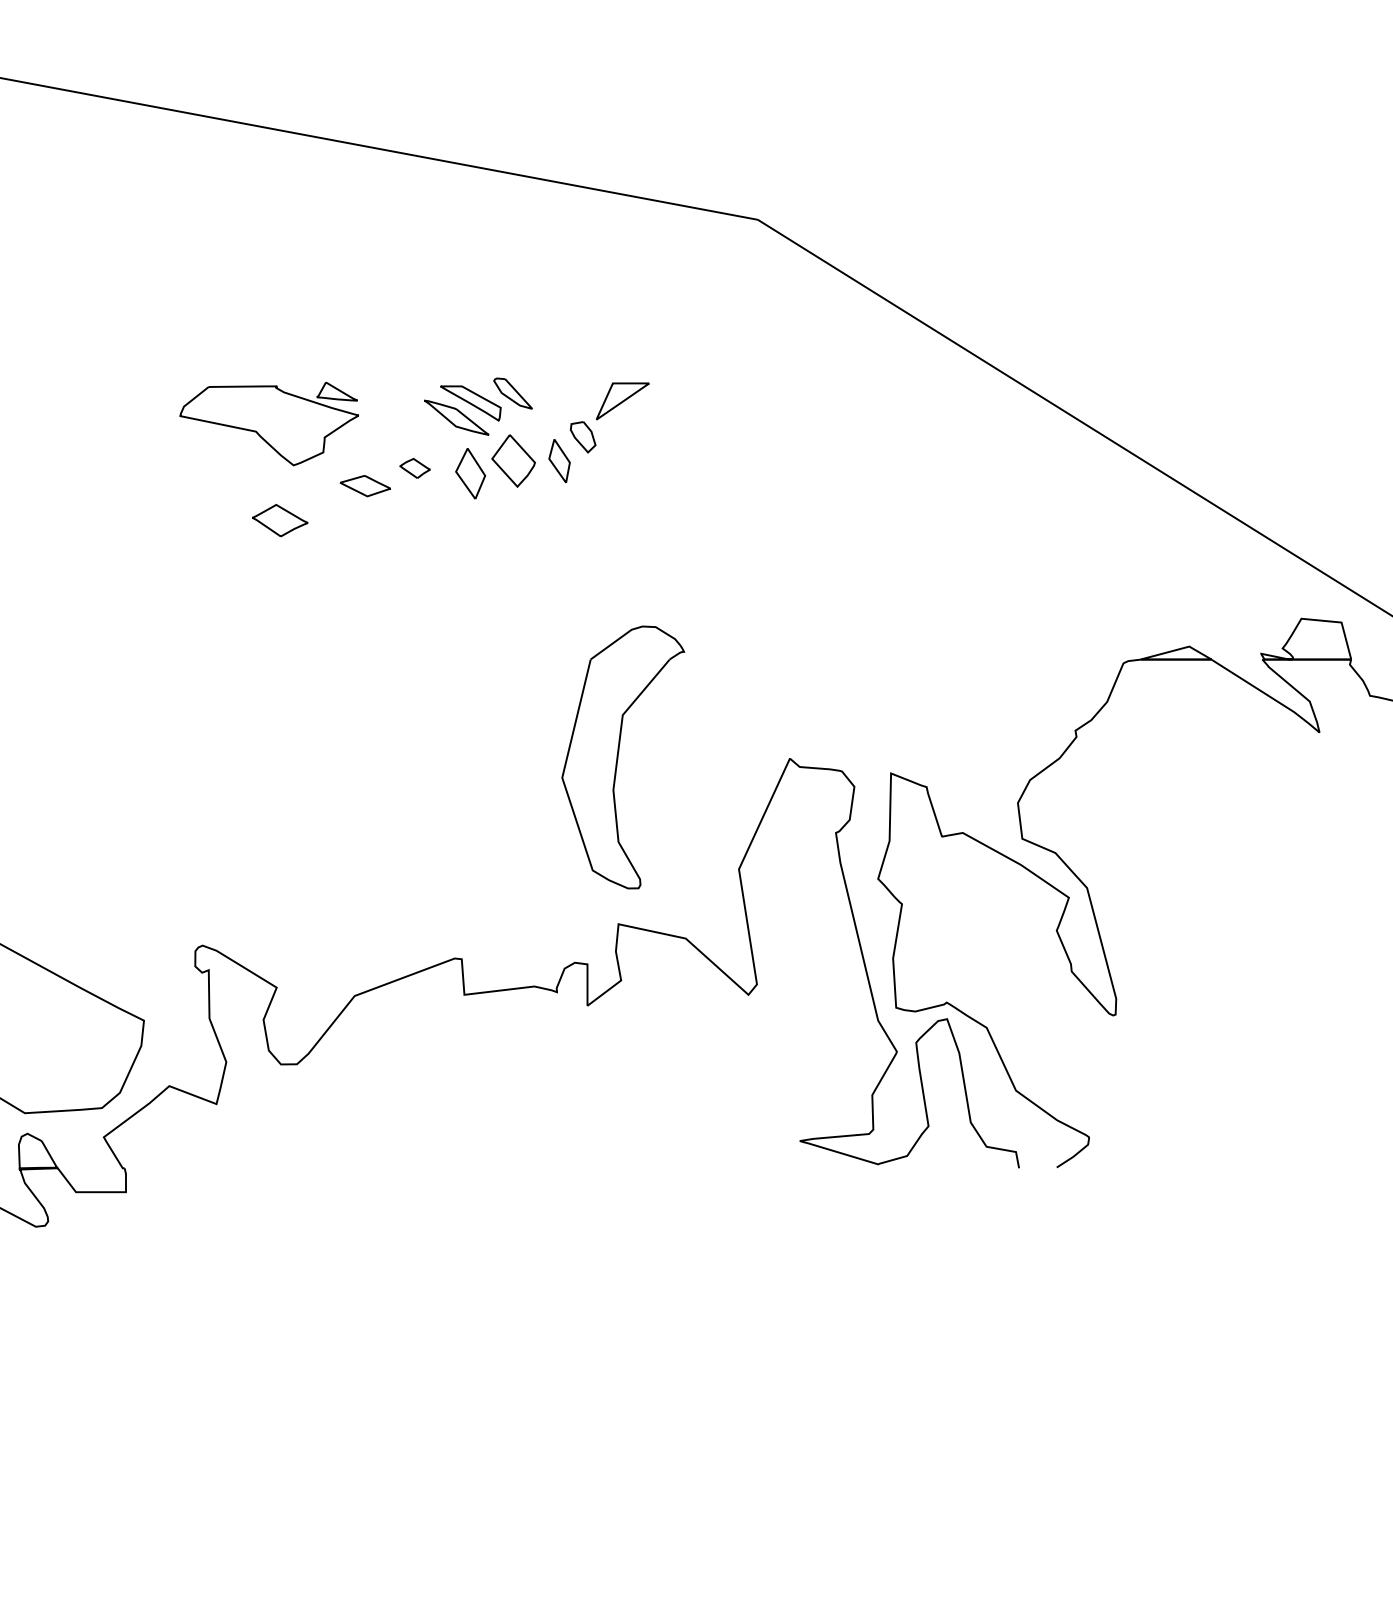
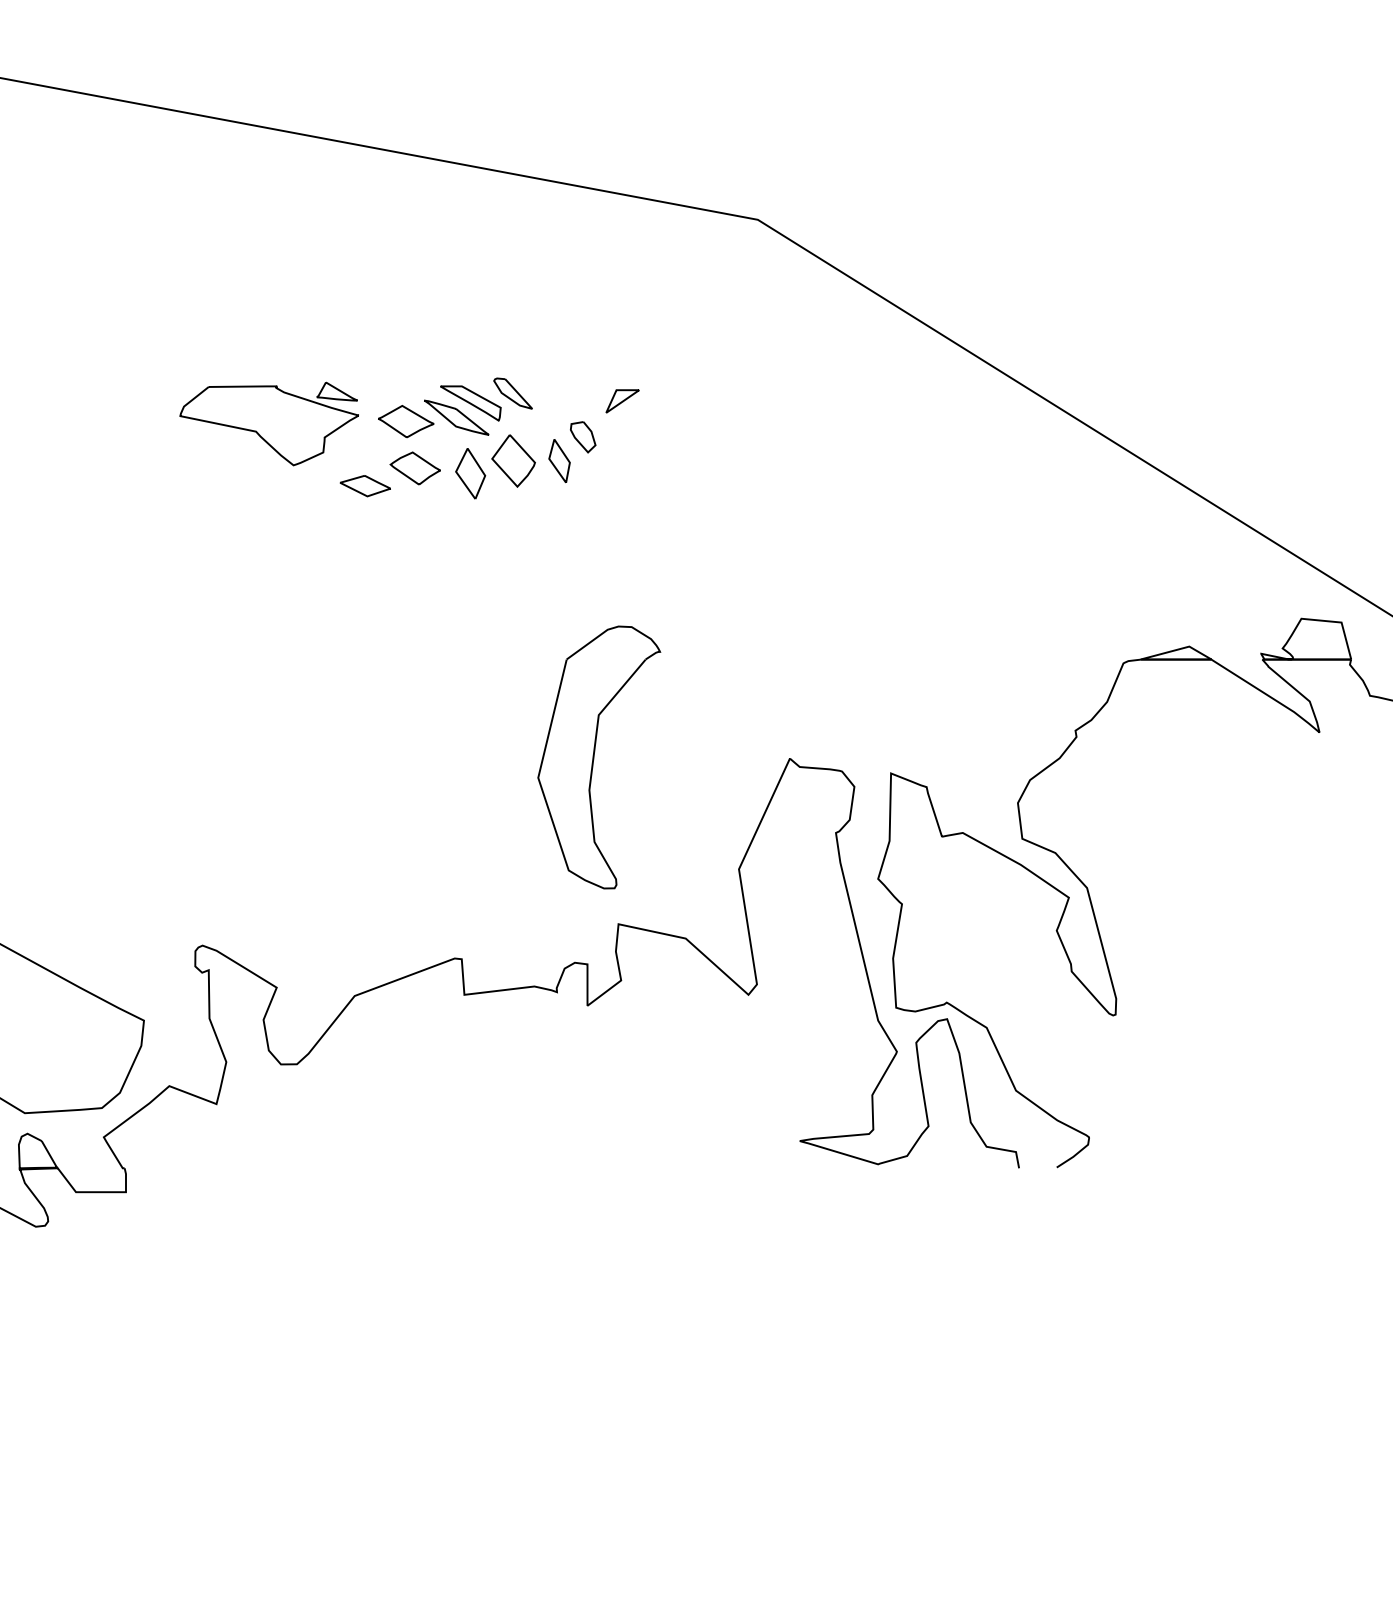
part at (622, 401) size: 55x39 px -> 35x25 px
part at (414, 468) size: 32x21 px -> 52x35 px
part at (280, 520) position: (280, 520) -> (406, 421)
part at (623, 757) position: (623, 757) -> (599, 757)
